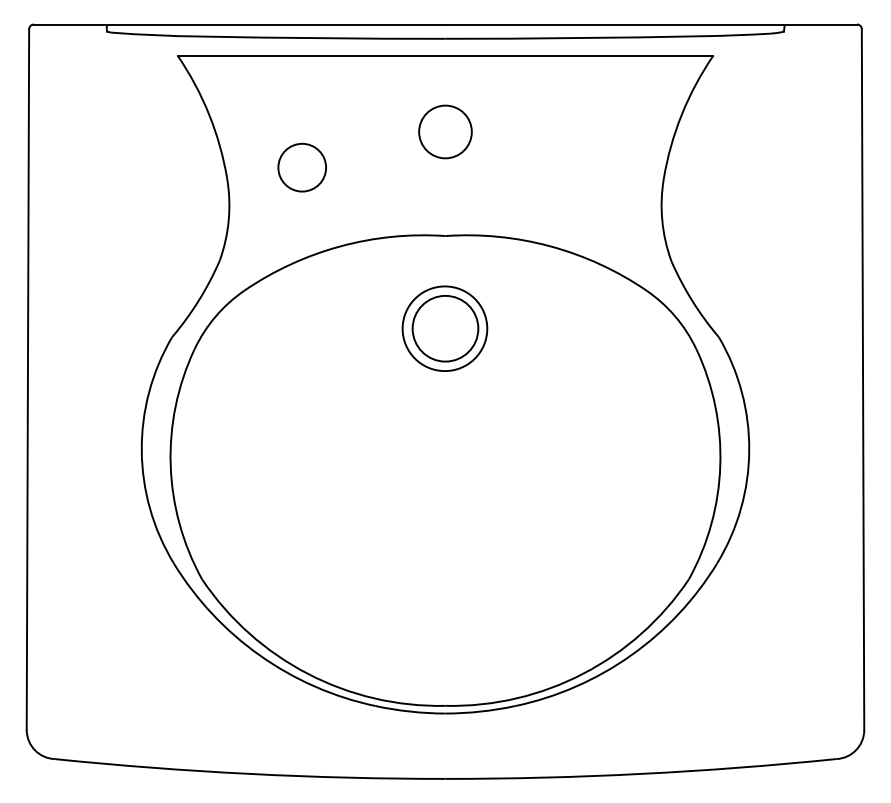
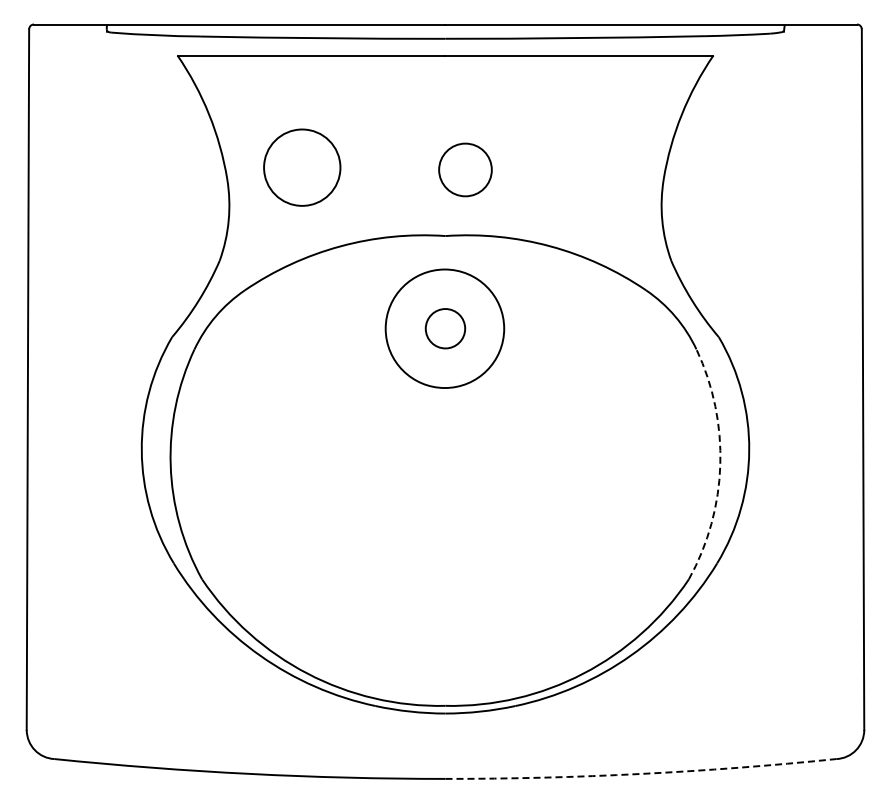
circle at (445, 131) position: (445, 131) -> (465, 169)
circle at (302, 167) diameter: 48 px -> 76 px
circle at (444, 328) diameter: 85 px -> 118 px
circle at (445, 328) diameter: 66 px -> 39 px
arc at (720, 465): solid -> dashed
arc at (641, 773): solid -> dashed
